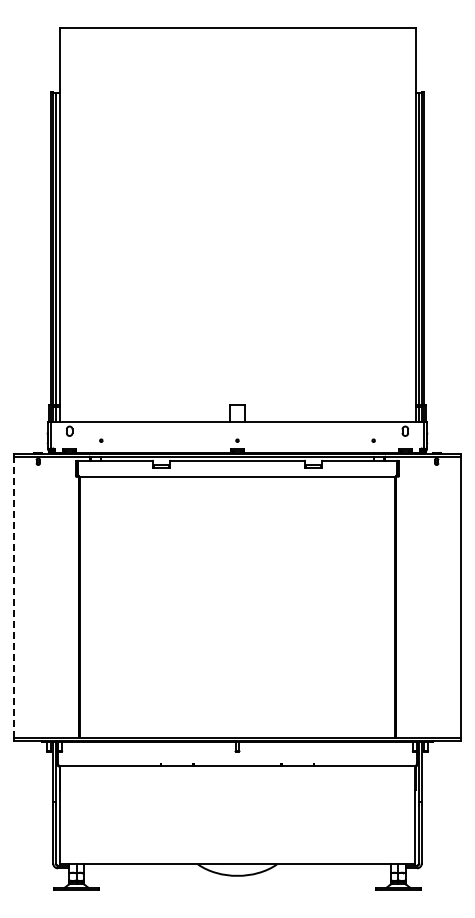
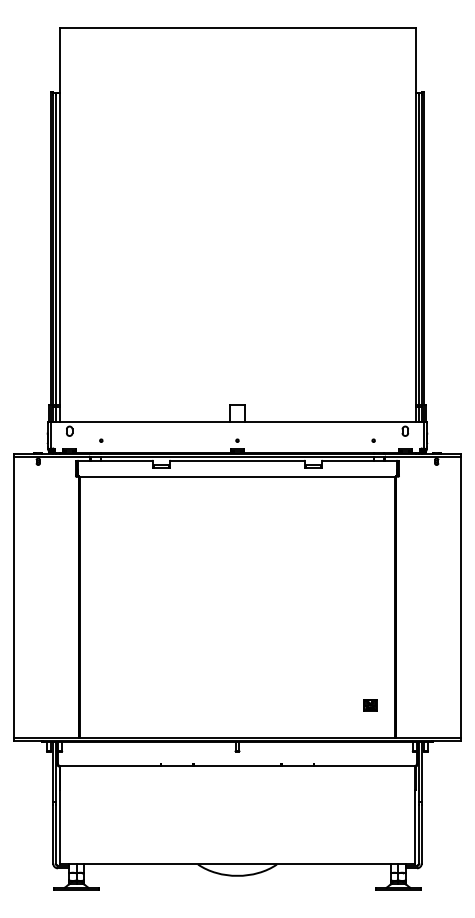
line at (14, 597): dashed -> solid
part at (370, 705): none -> present
